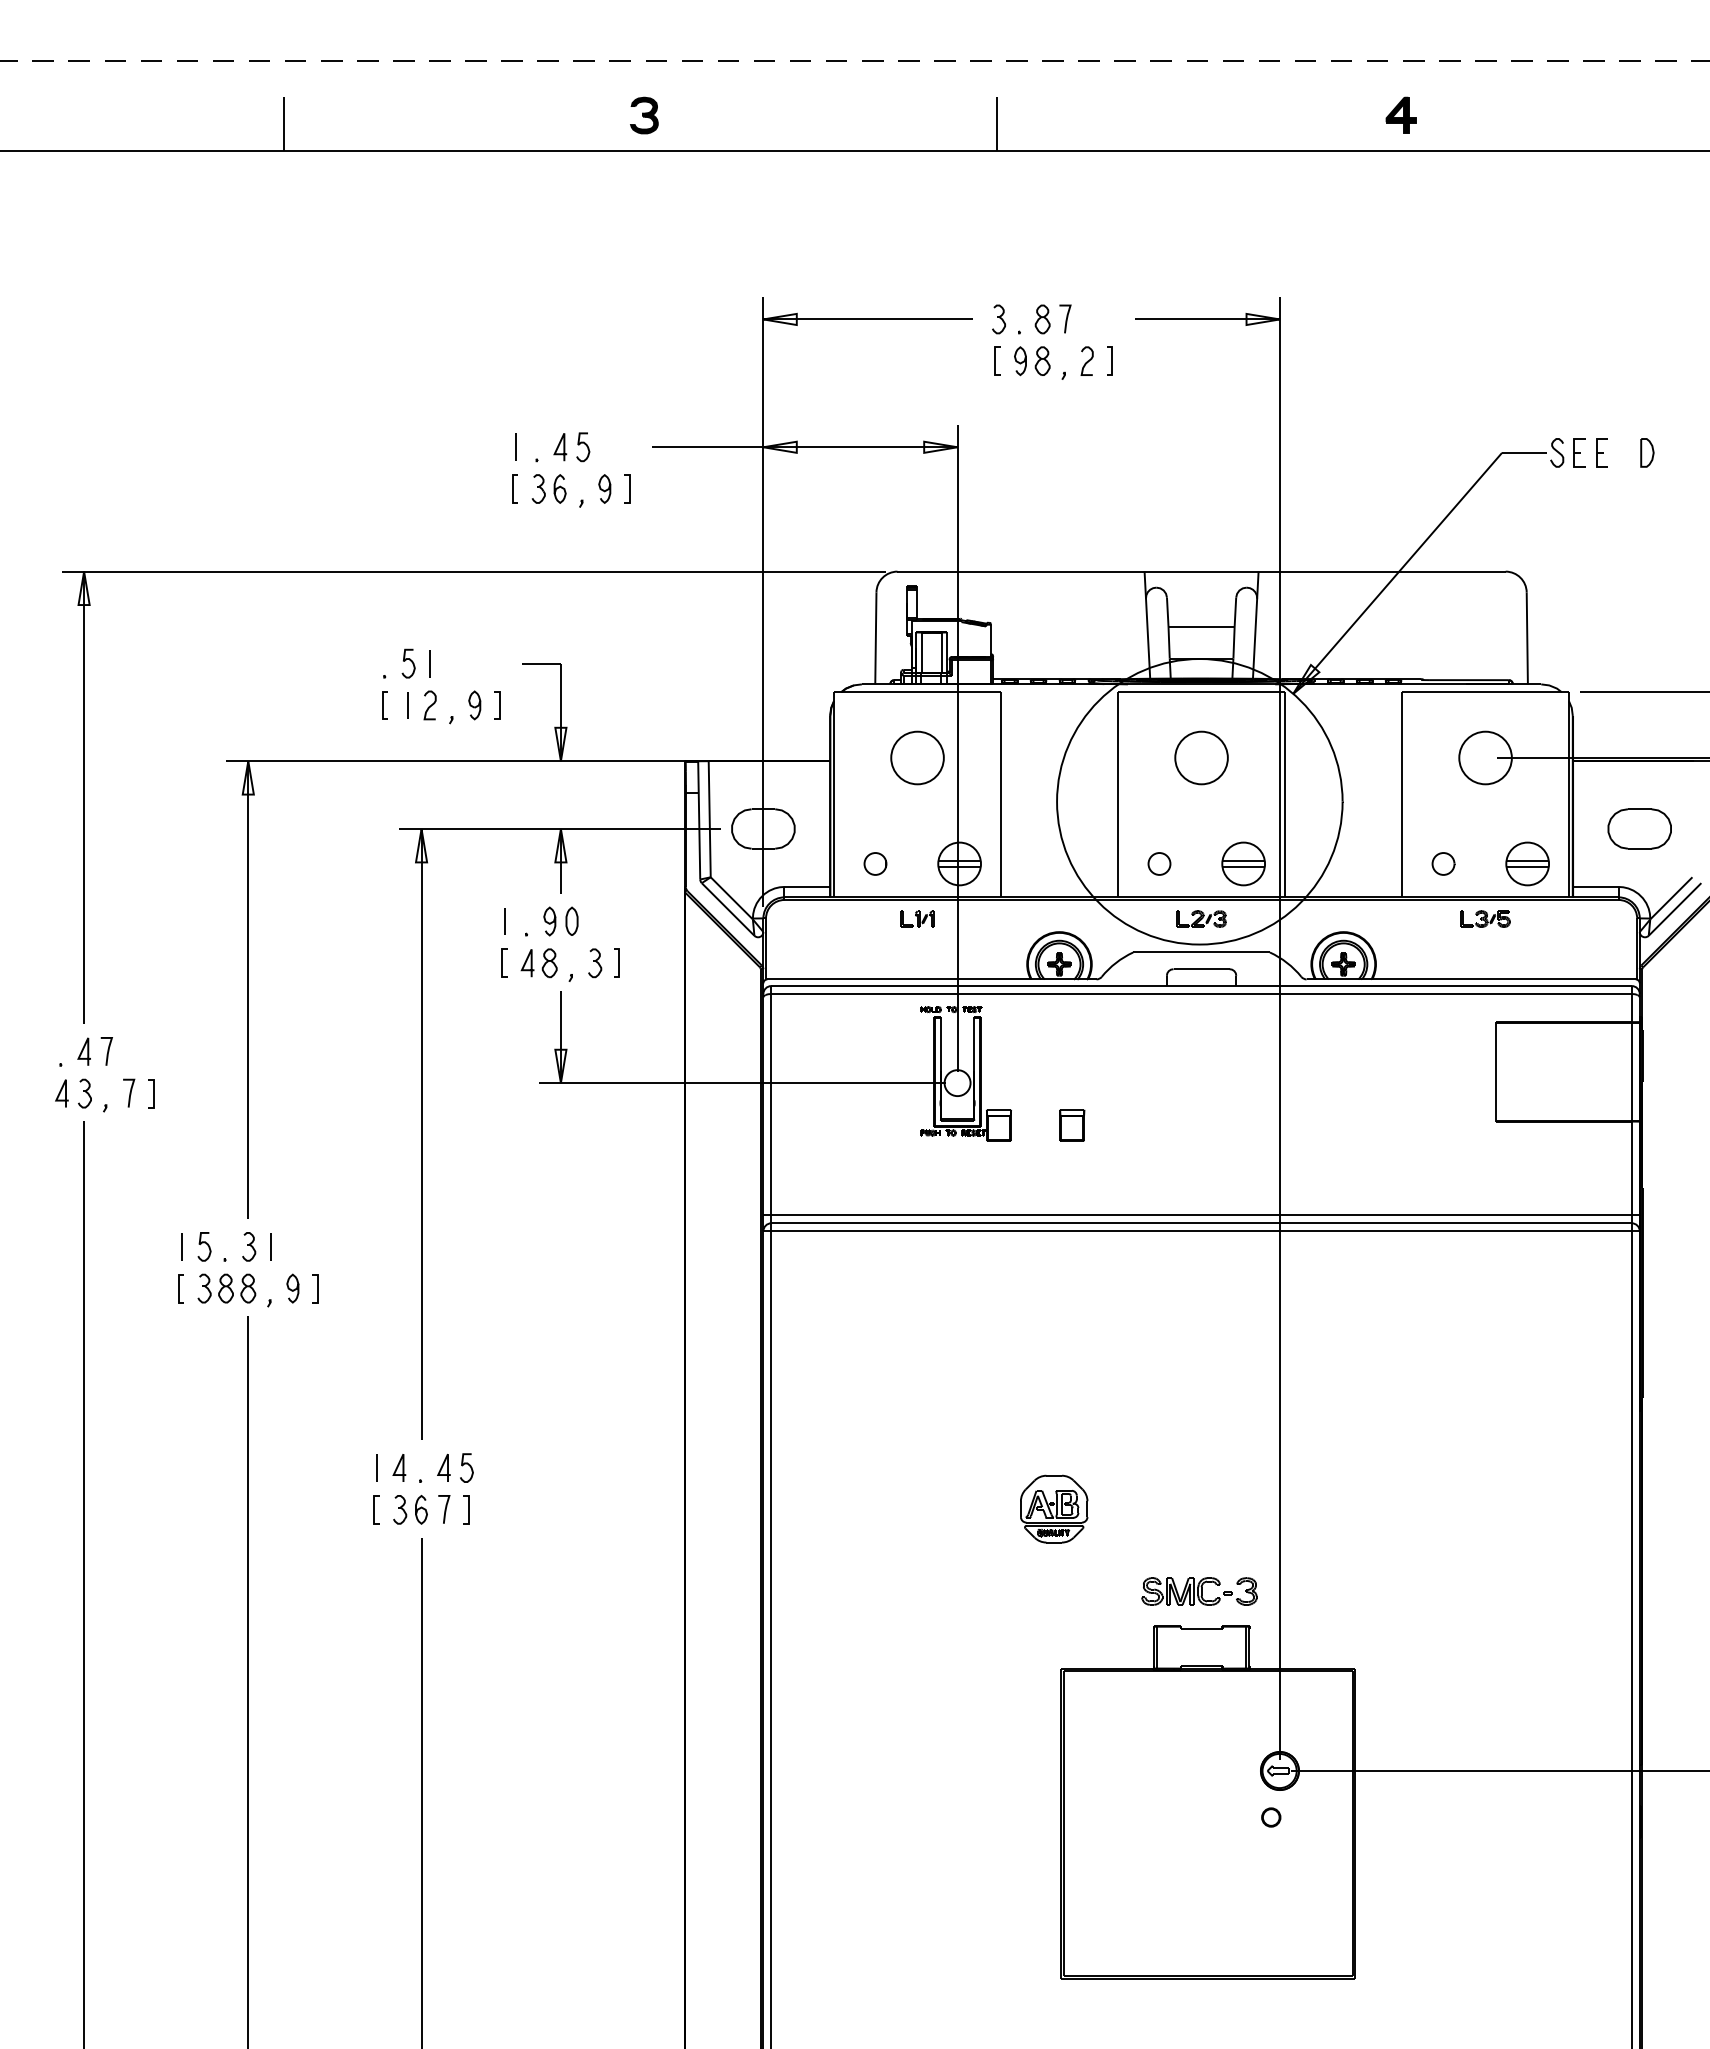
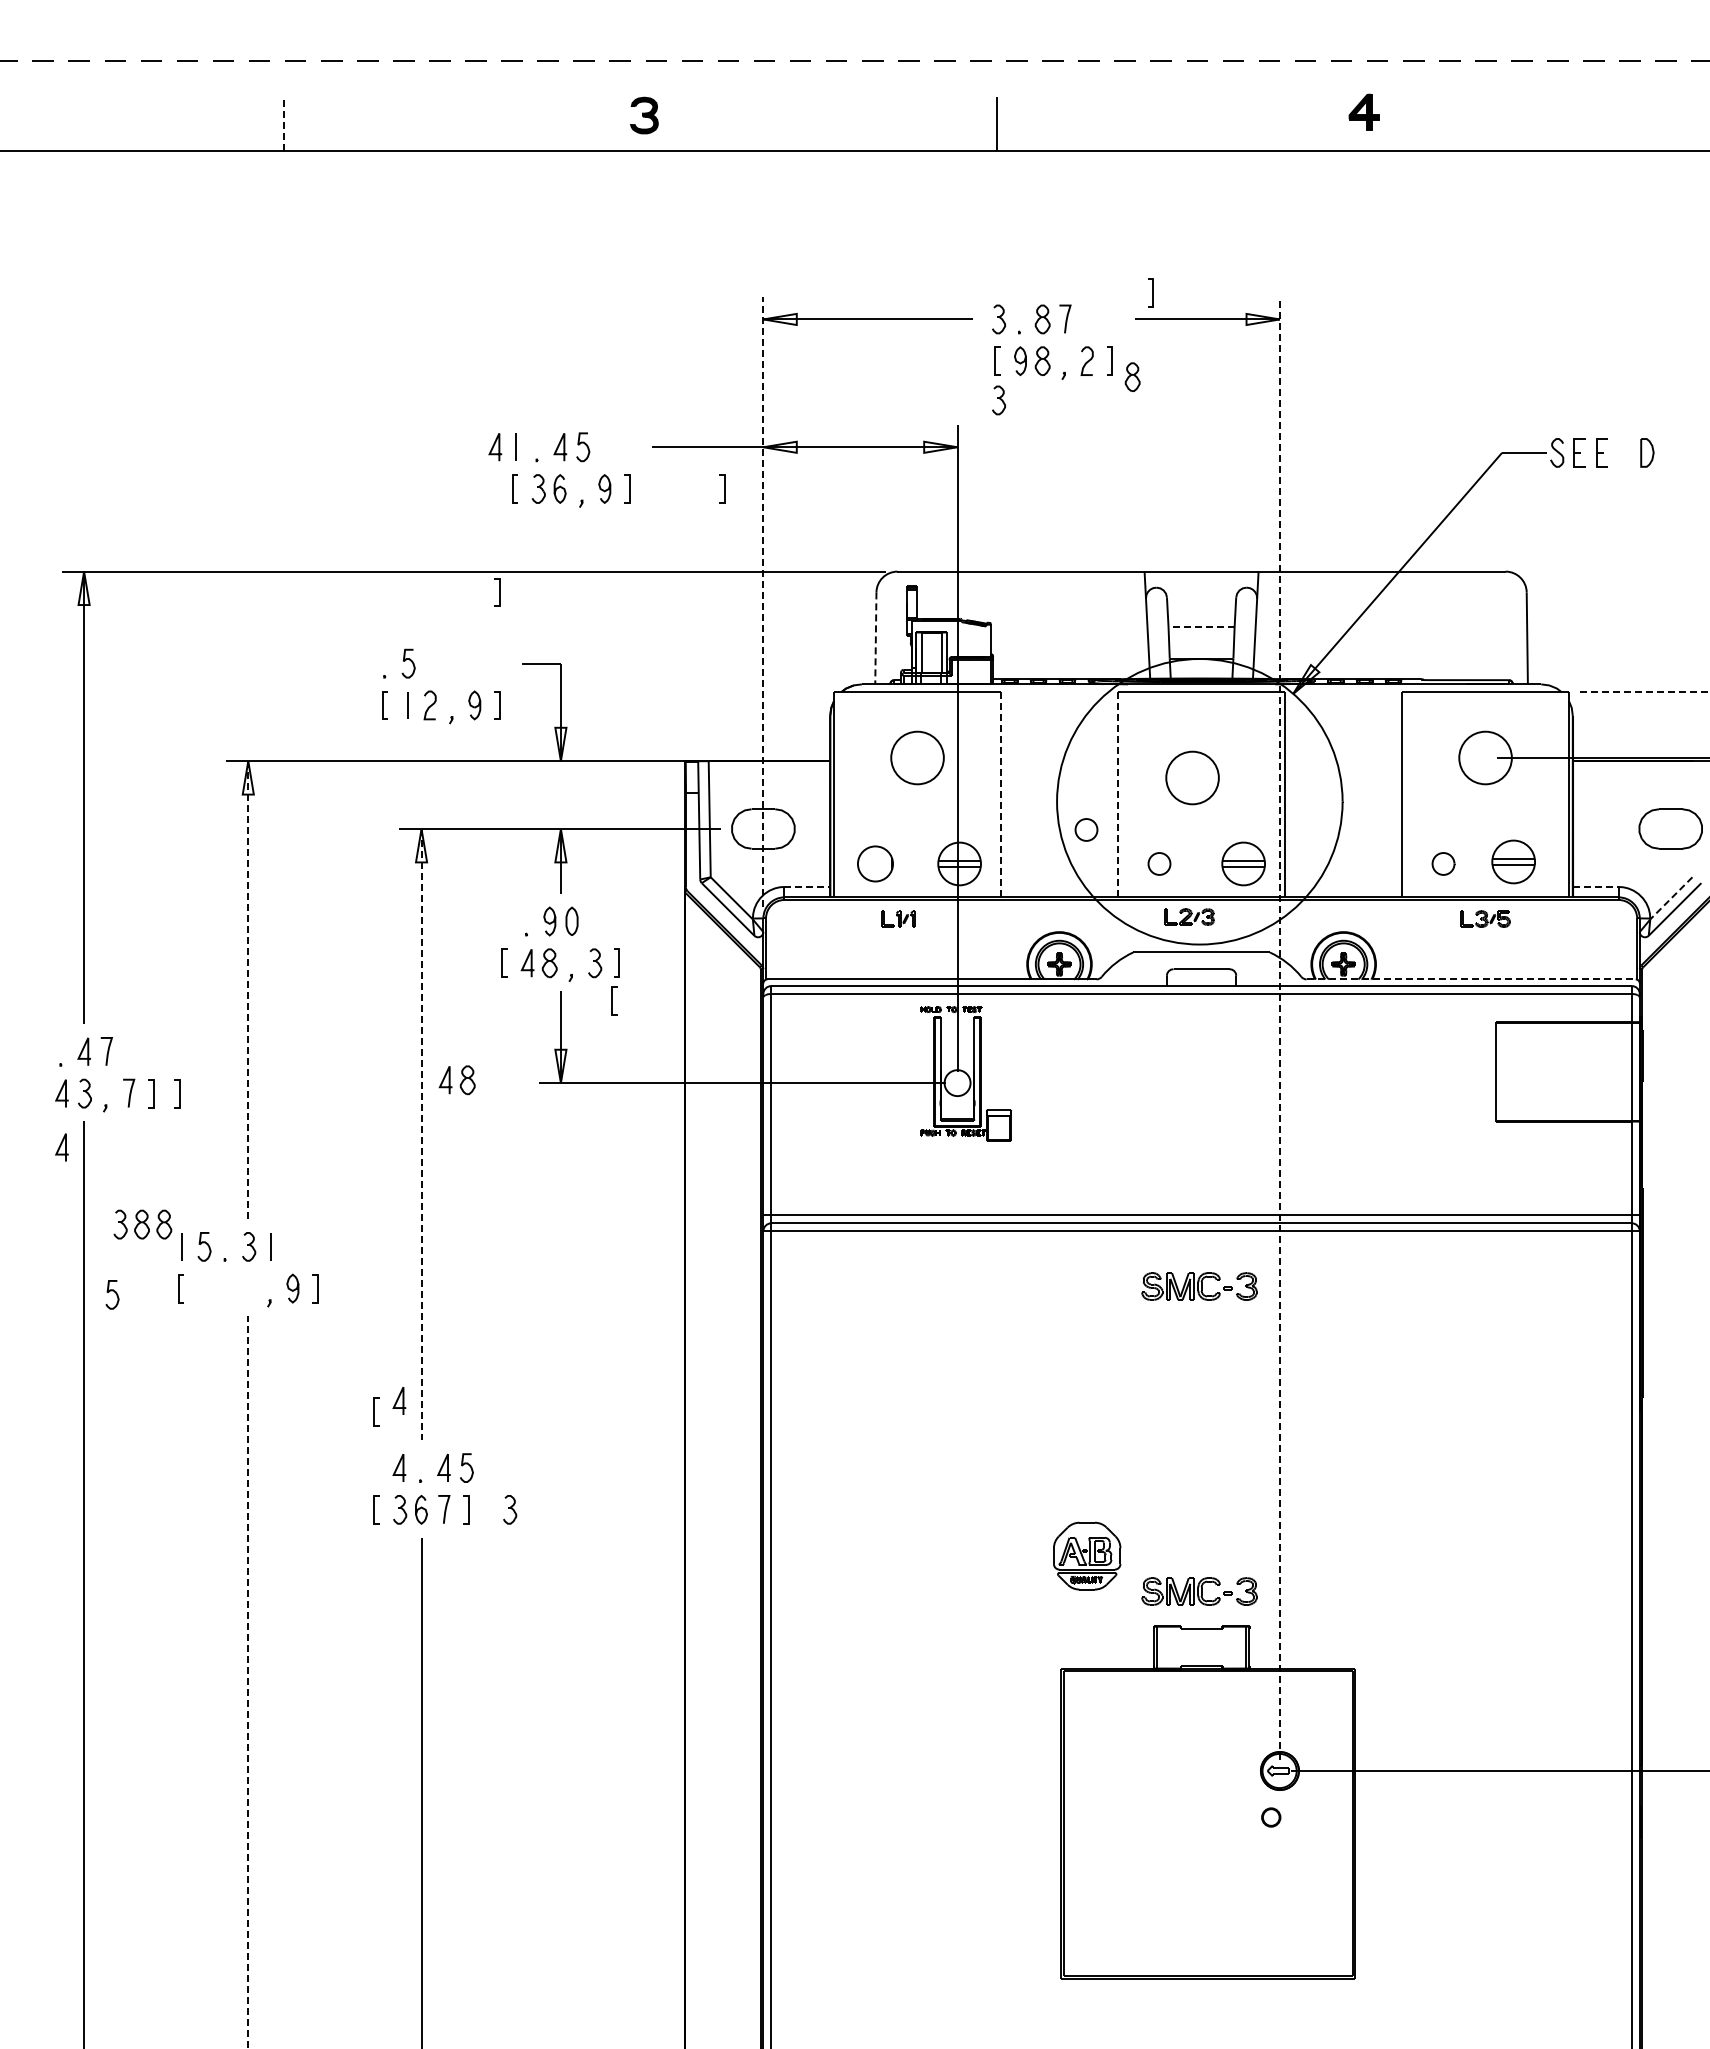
part at (1400, 114) position: (1400, 114) -> (1363, 111)
line at (284, 123): solid -> dashed
line at (1152, 292): none -> present
part at (1132, 376): none -> present
part at (998, 400): none -> present
line at (494, 446): none -> present
line at (724, 488): none -> present
line at (499, 592): none -> present
line at (763, 601): solid -> dashed
line at (1201, 627): solid -> dashed
line at (875, 638): solid -> dashed
line at (429, 663): present -> none
line at (1645, 692): solid -> dashed
part at (1201, 757) position: (1201, 757) -> (1192, 777)
line at (1001, 794): solid -> dashed
line at (1118, 794): solid -> dashed
part at (1639, 828) position: (1639, 828) -> (1670, 828)
part at (1086, 829): none -> present
part at (875, 863) size: 25x24 px -> 37x38 px
part at (1527, 863) position: (1527, 863) -> (1513, 861)
line at (807, 886): solid -> dashed
line at (1595, 886): solid -> dashed
line at (1671, 898): solid -> dashed
part at (917, 918) position: (917, 918) -> (898, 918)
part at (1201, 918) position: (1201, 918) -> (1189, 916)
line at (504, 921): present -> none
line at (1471, 979): solid -> dashed
line at (248, 990): solid -> dashed
line at (612, 1000): none -> present
line at (1279, 1028): solid -> dashed
part at (456, 1080): none -> present
line at (179, 1093): none -> present
part at (1072, 1125): present -> none
line at (421, 1134): solid -> dashed
line at (61, 1146): none -> present
part at (1199, 1286): none -> present
part at (226, 1288) position: (226, 1288) -> (142, 1224)
curve at (114, 1292): none -> present
line at (398, 1400): none -> present
line at (374, 1411): none -> present
line at (376, 1467): present -> none
part at (1054, 1508) position: (1054, 1508) -> (1087, 1555)
part at (510, 1509): none -> present
line at (248, 1682): solid -> dashed
